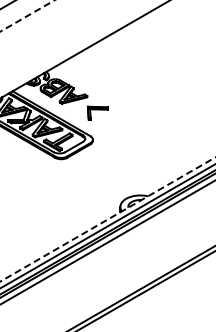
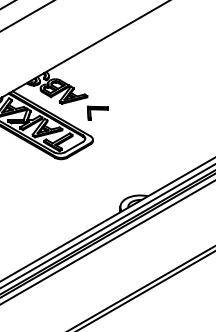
line at (27, 15): dashed -> solid
line at (107, 219): dashed -> solid
